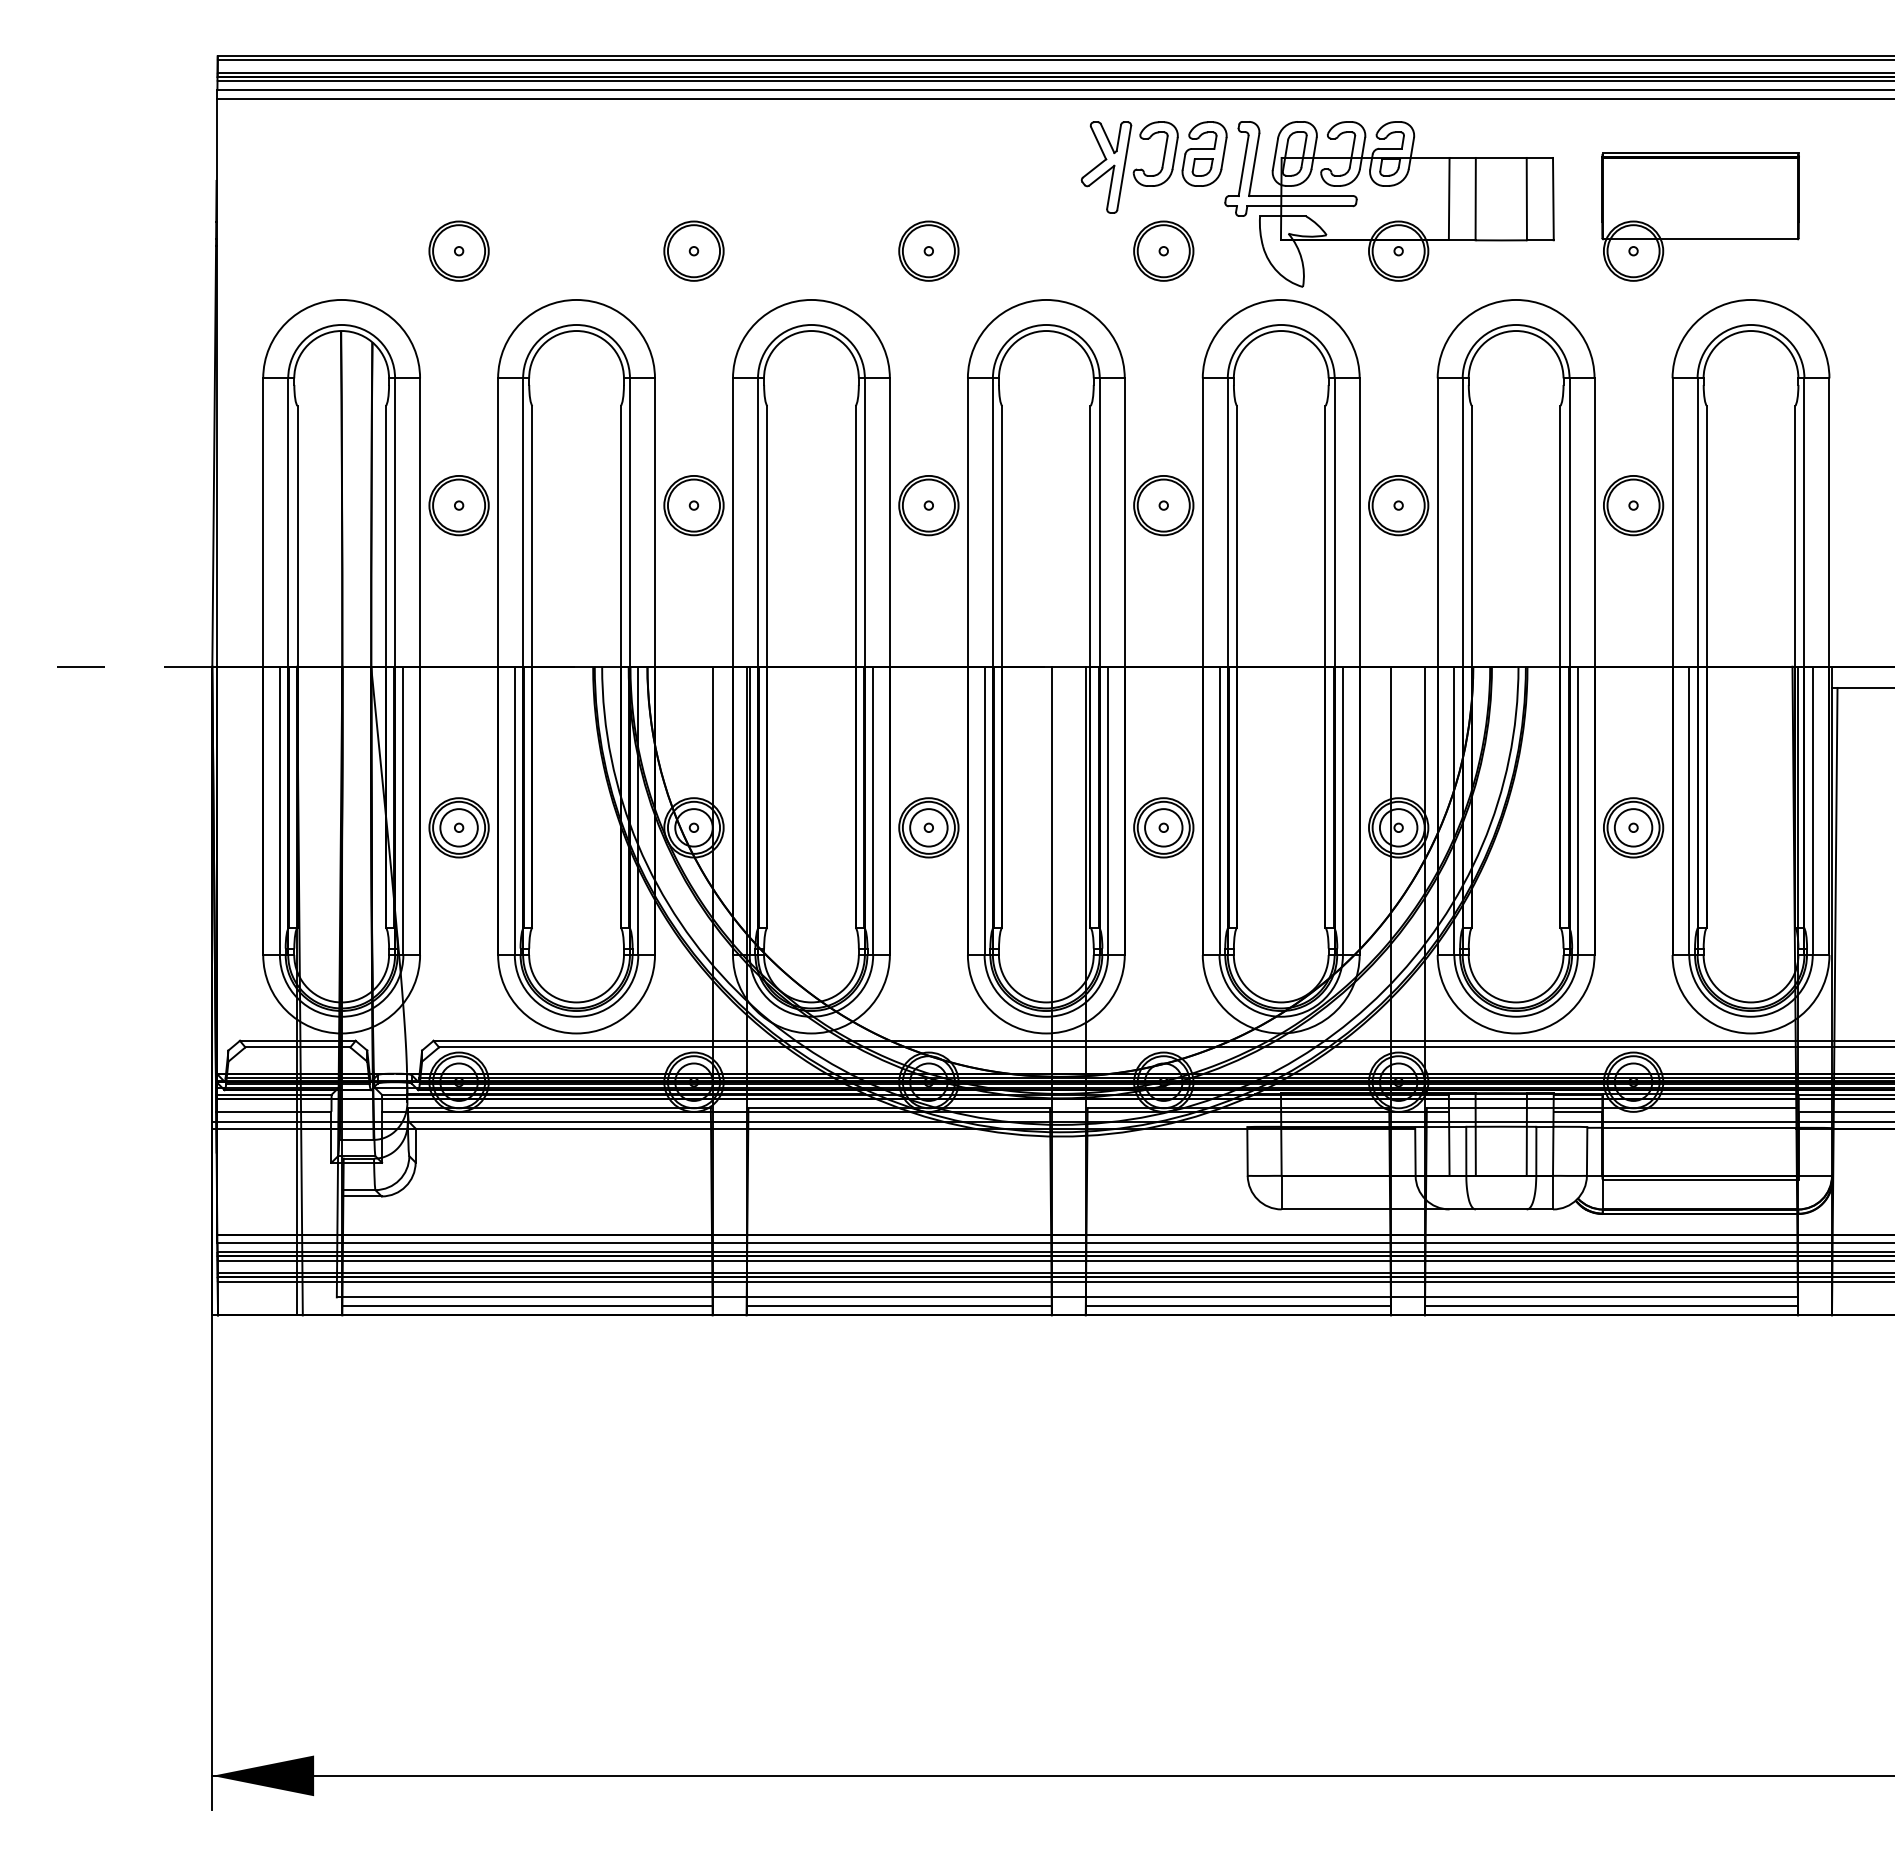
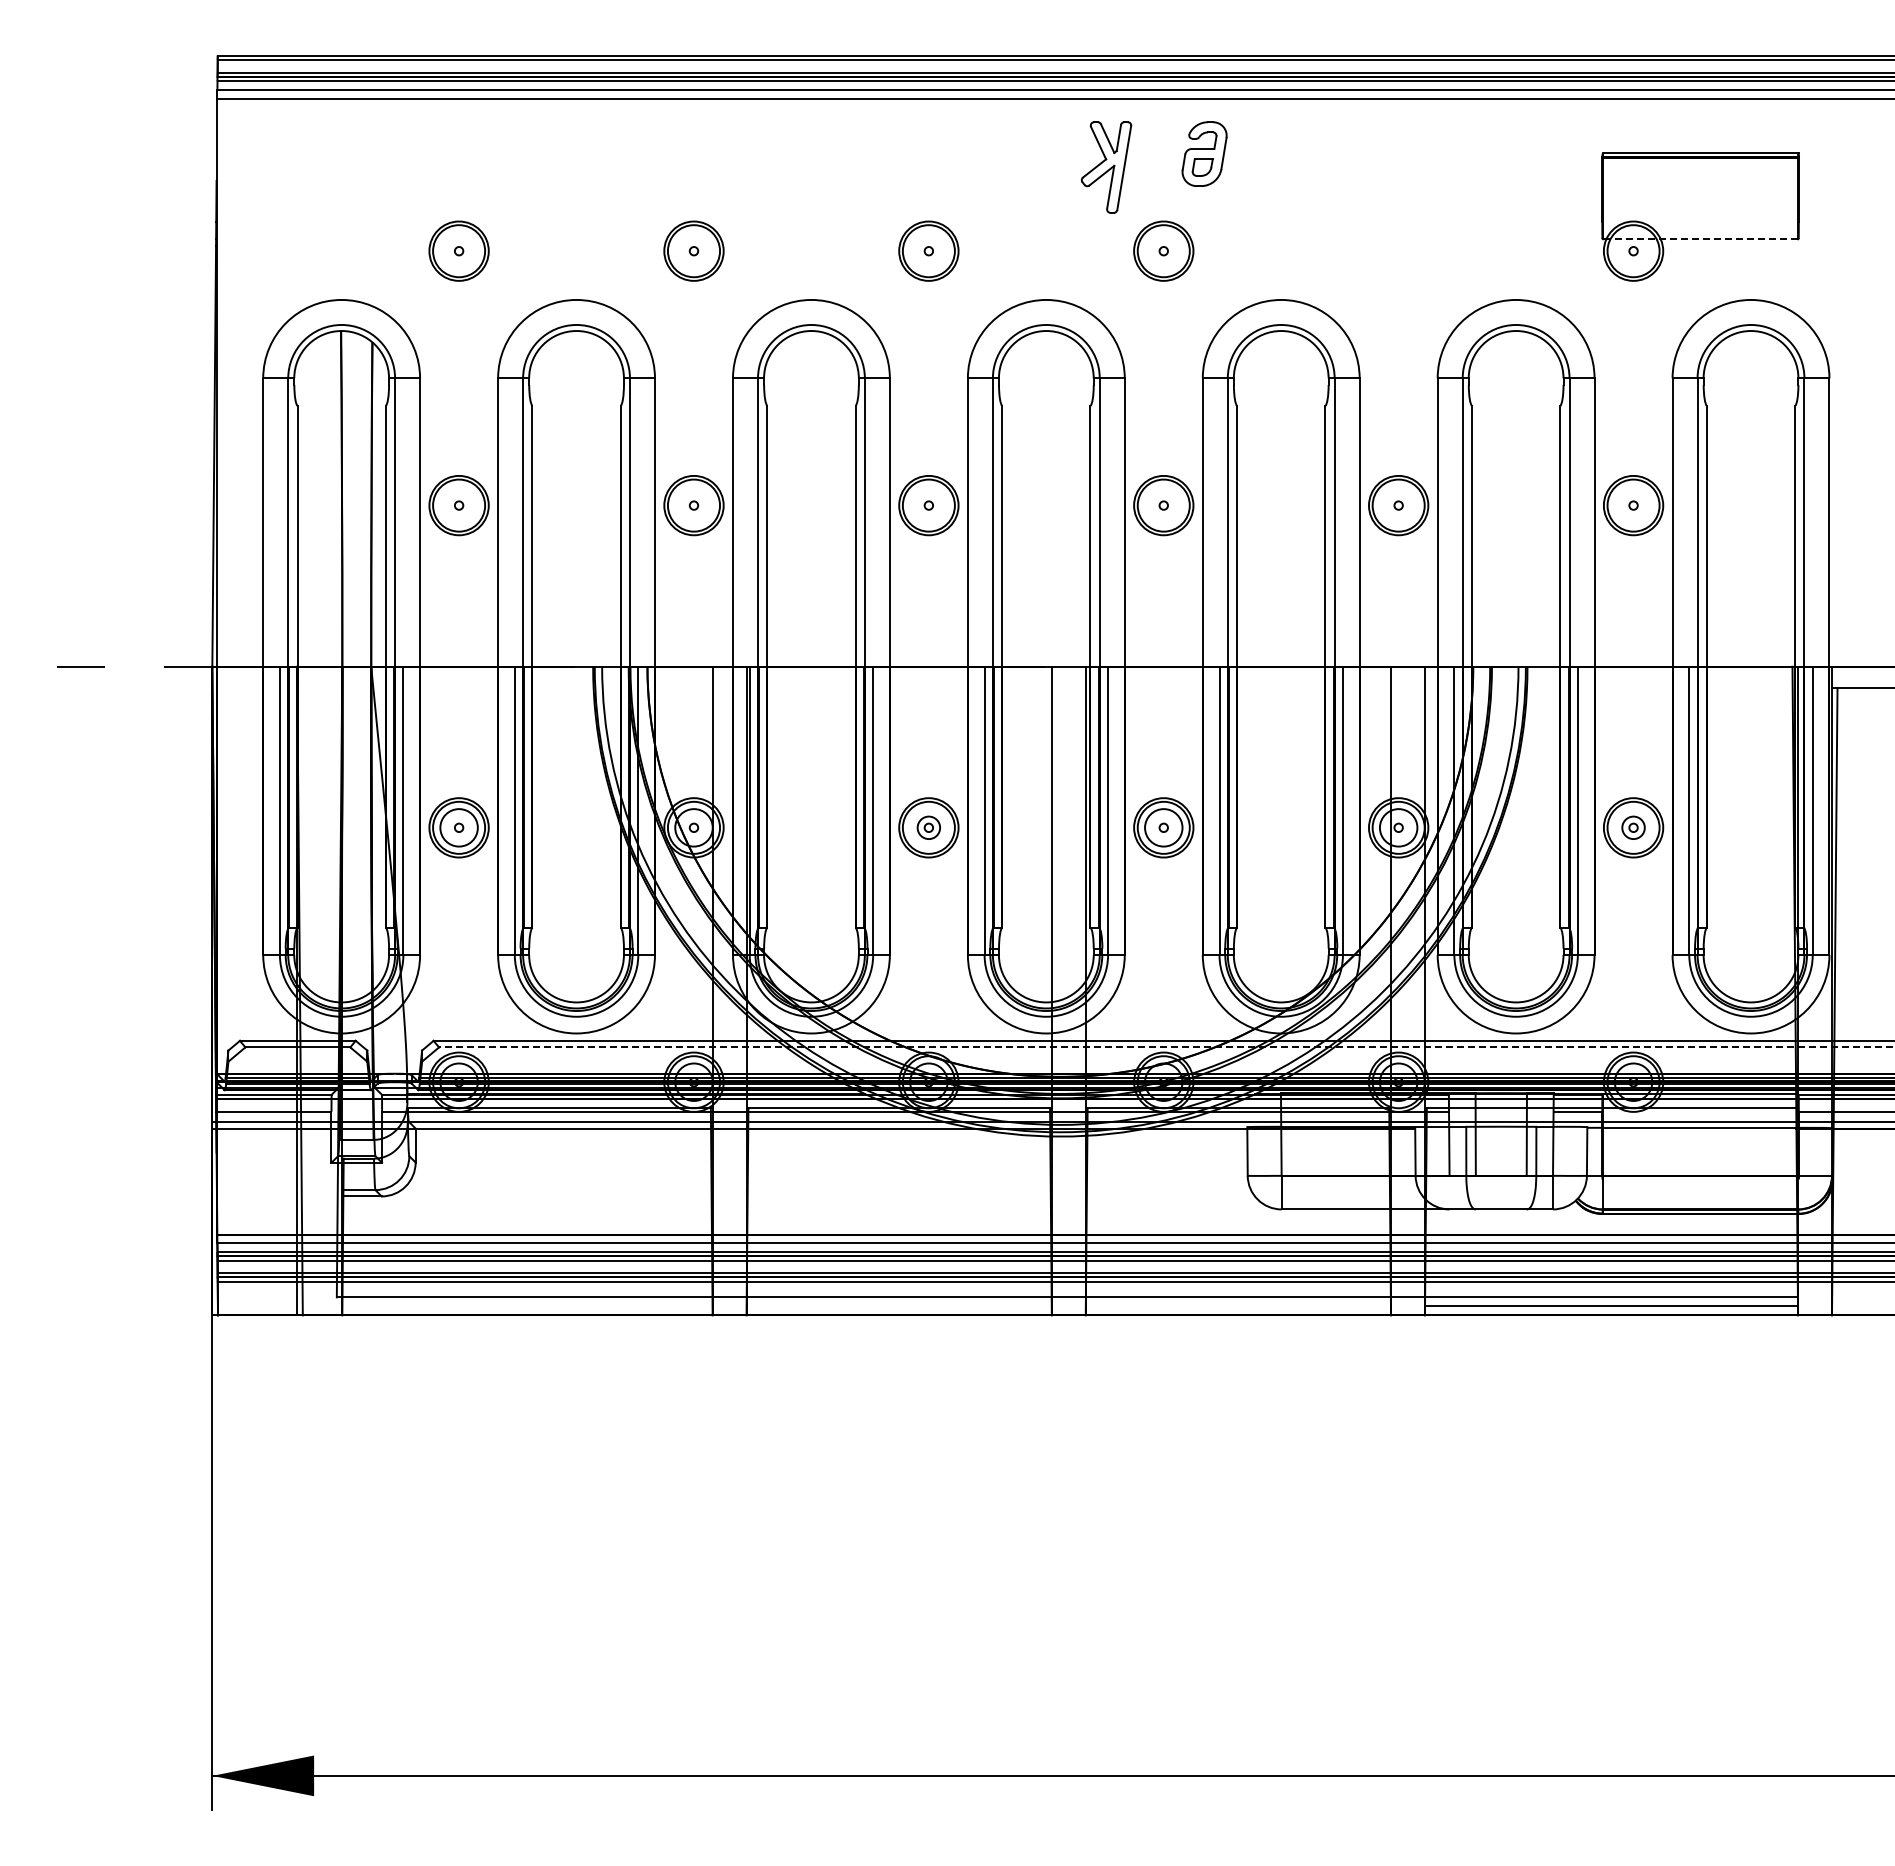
part at (1163, 153): present -> none
part at (1389, 204): present -> none
line at (1700, 239): solid -> dashed
circle at (928, 827) diameter: 37 px -> 22 px
circle at (1633, 827) diameter: 37 px -> 22 px
line at (1166, 1047): solid -> dashed
line at (1700, 1180): present -> none
line at (527, 1306): present -> none
line at (898, 1306): present -> none
line at (1237, 1306): present -> none
